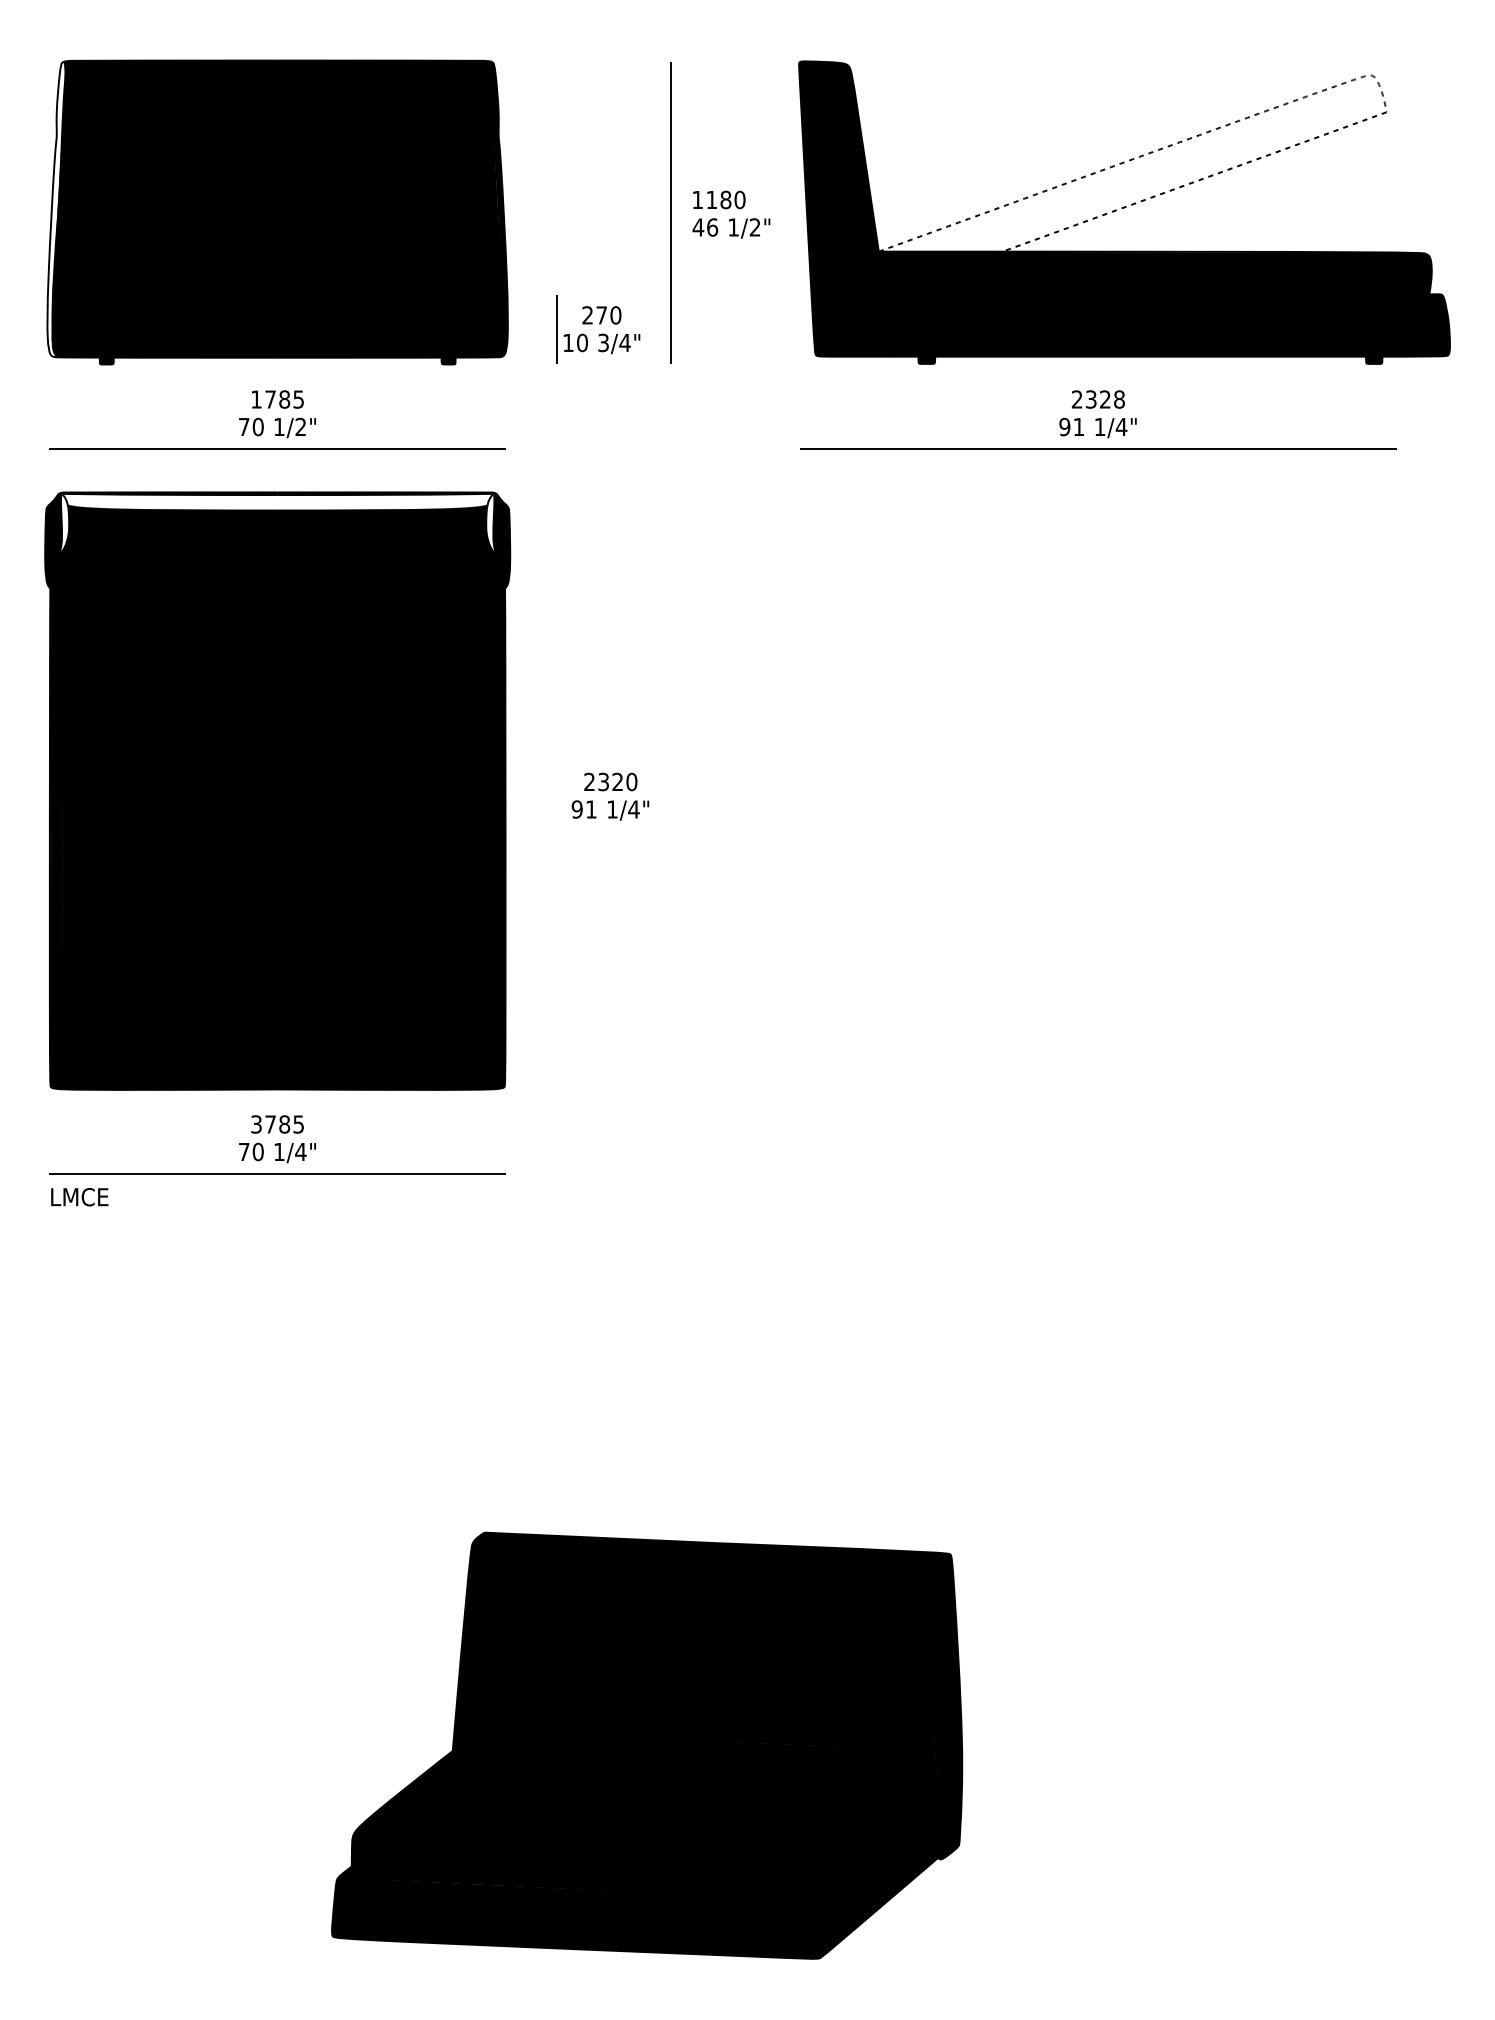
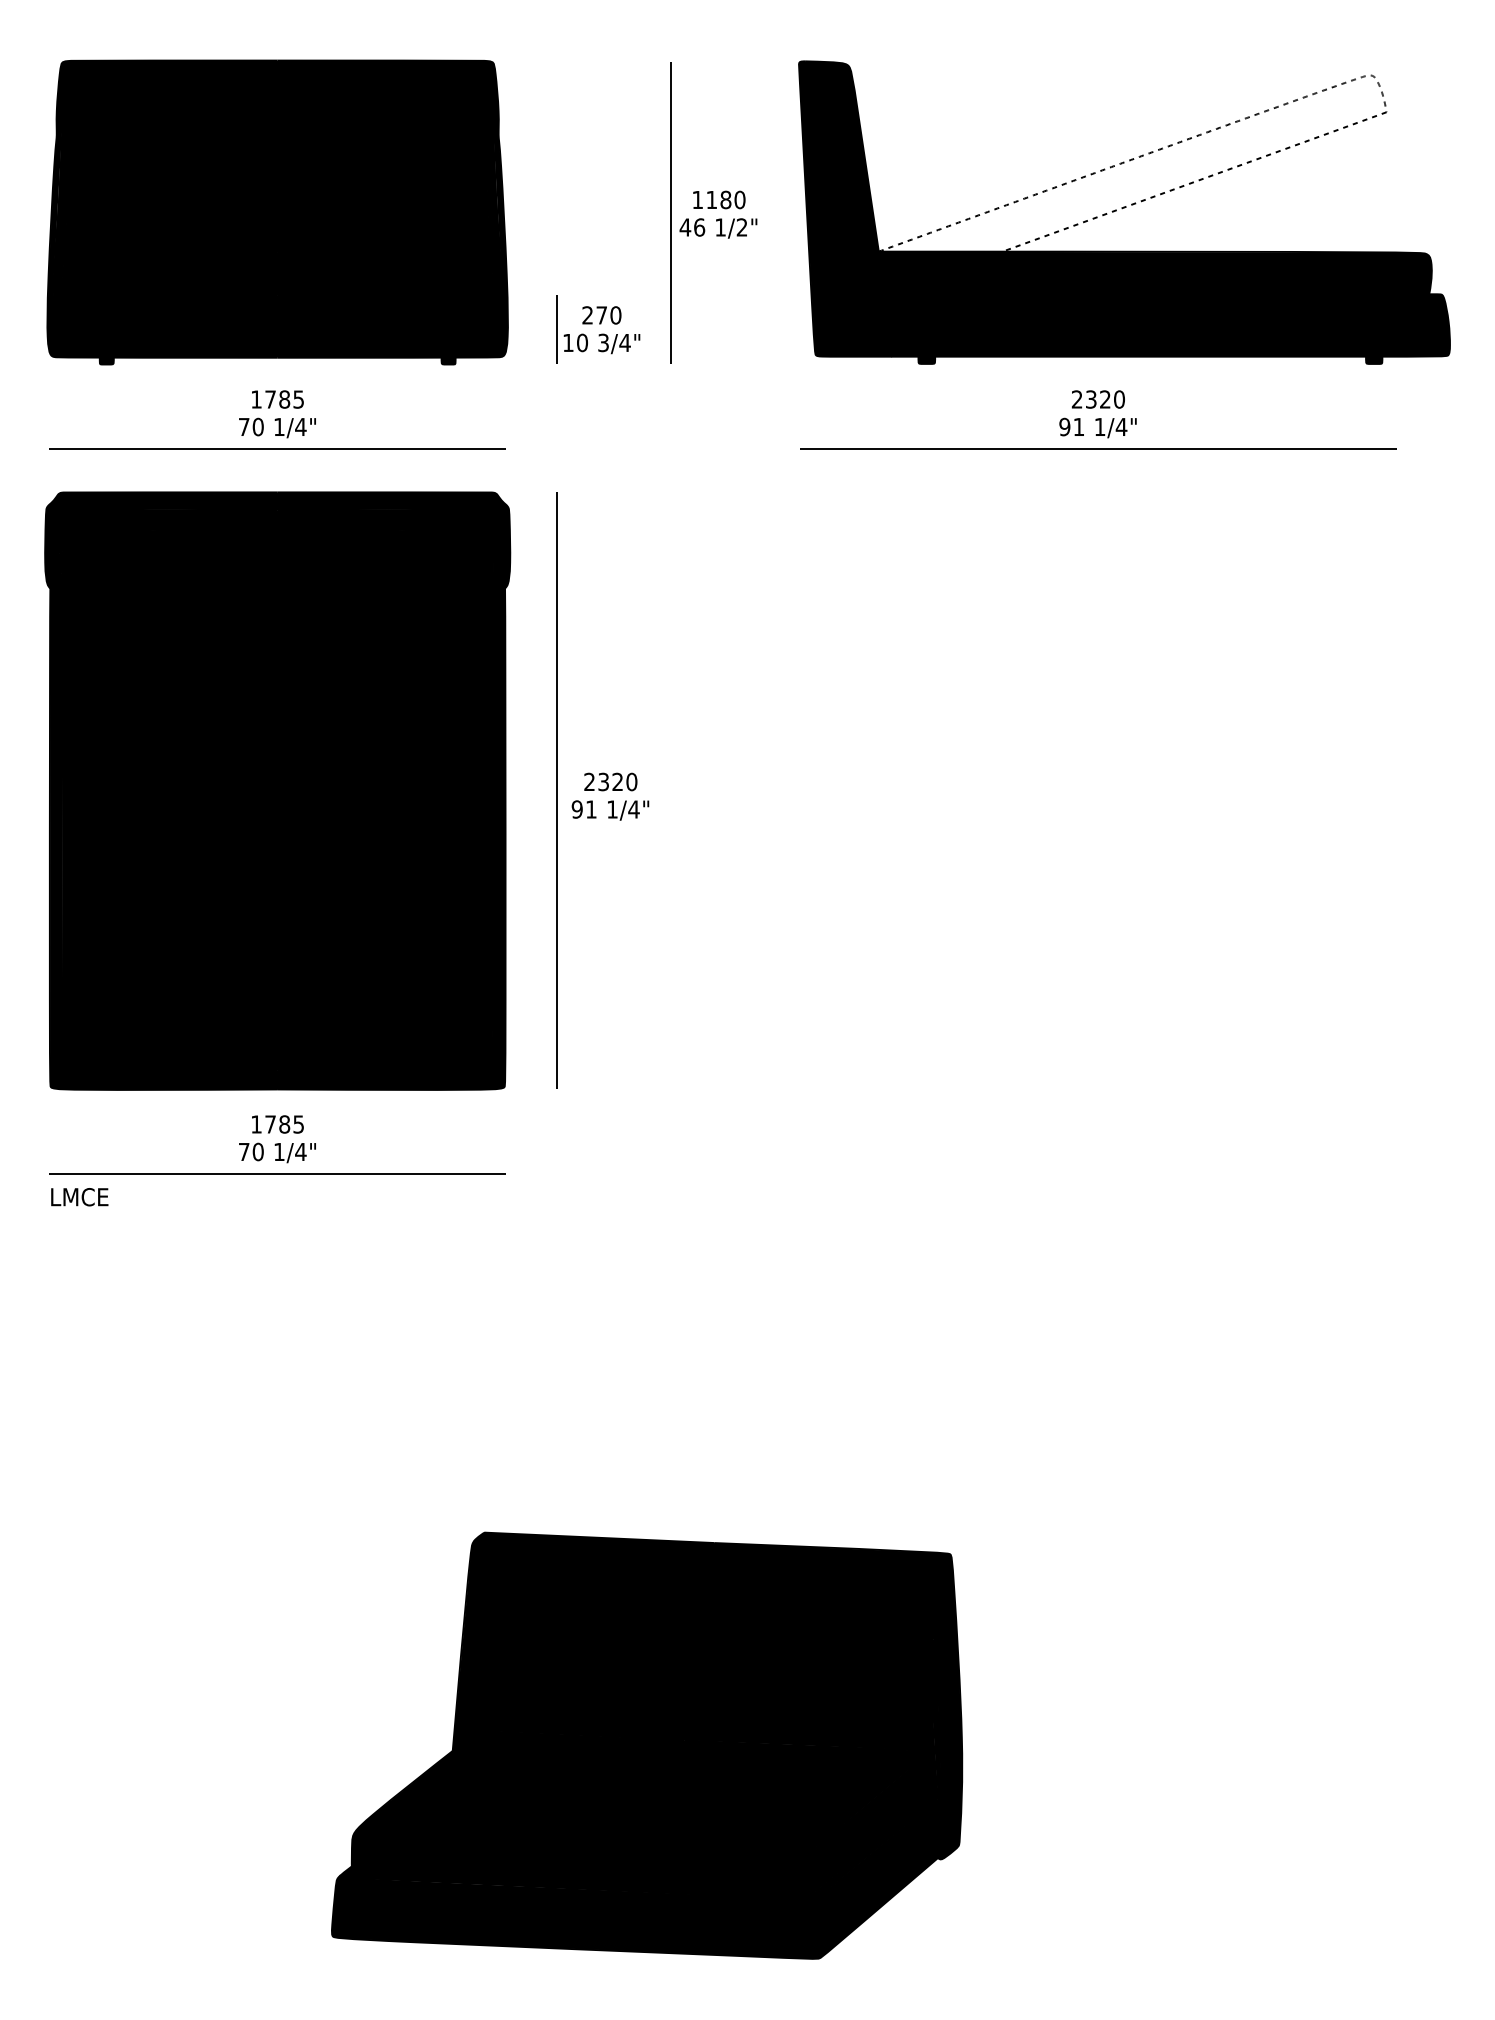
fill at (56, 209): none -> present
text at (731, 228) position: (731, 228) -> (718, 228)
text at (1119, 399): 2328 -> 2320
text at (300, 426): 1/2" -> 1/4"
fill at (277, 523): none -> present
line at (556, 790): none -> present
text at (256, 1124): 3785 -> 1785
